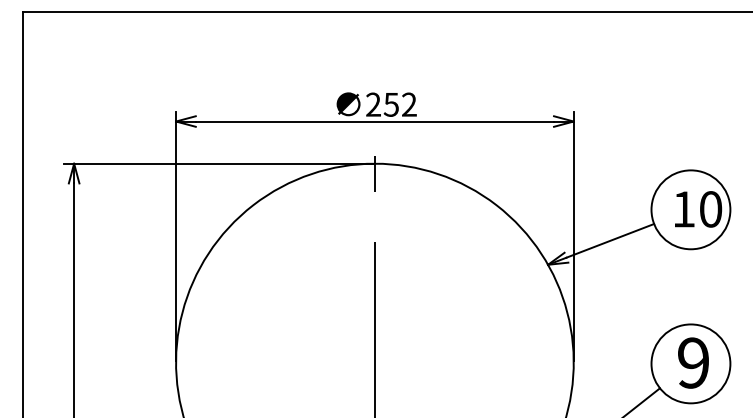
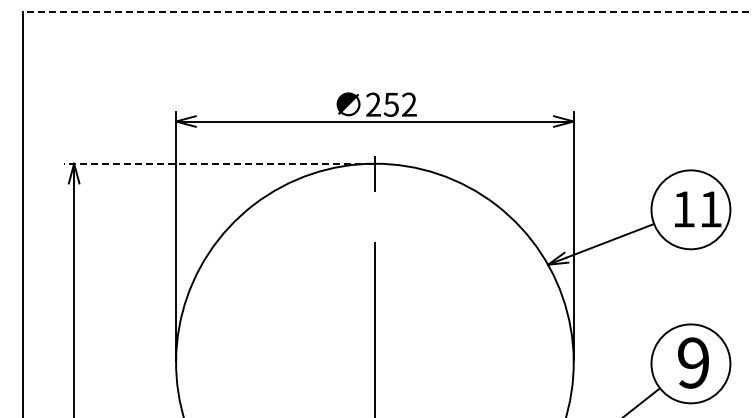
line at (387, 12): solid -> dashed
line at (218, 163): solid -> dashed
text at (711, 209): 10 -> 11
